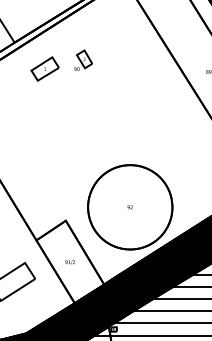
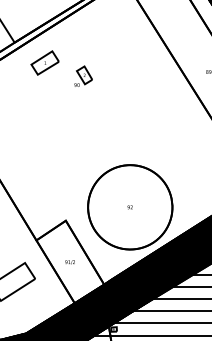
part at (83, 59) position: (83, 59) -> (83, 75)
part at (44, 68) position: (44, 68) -> (44, 62)
